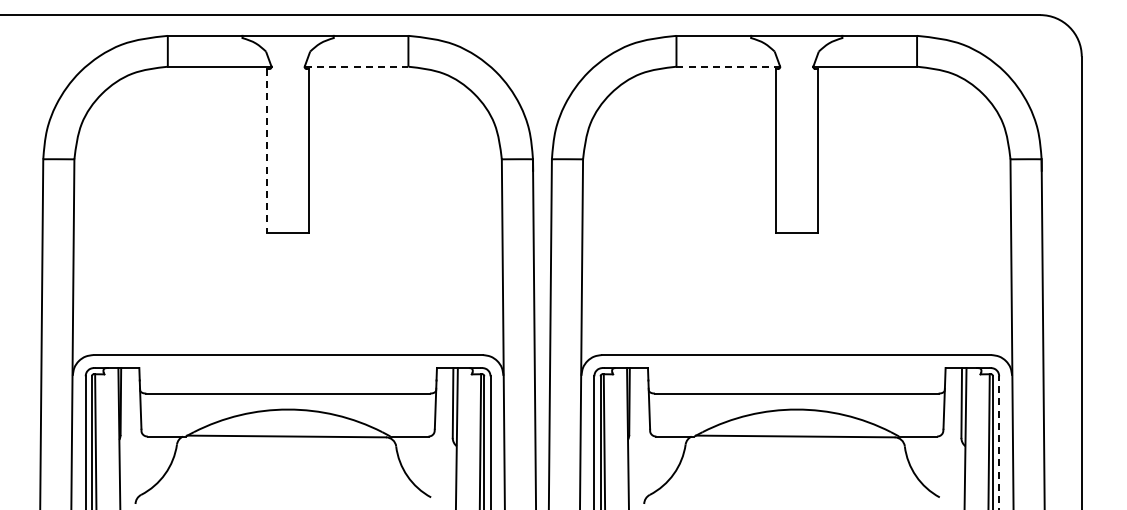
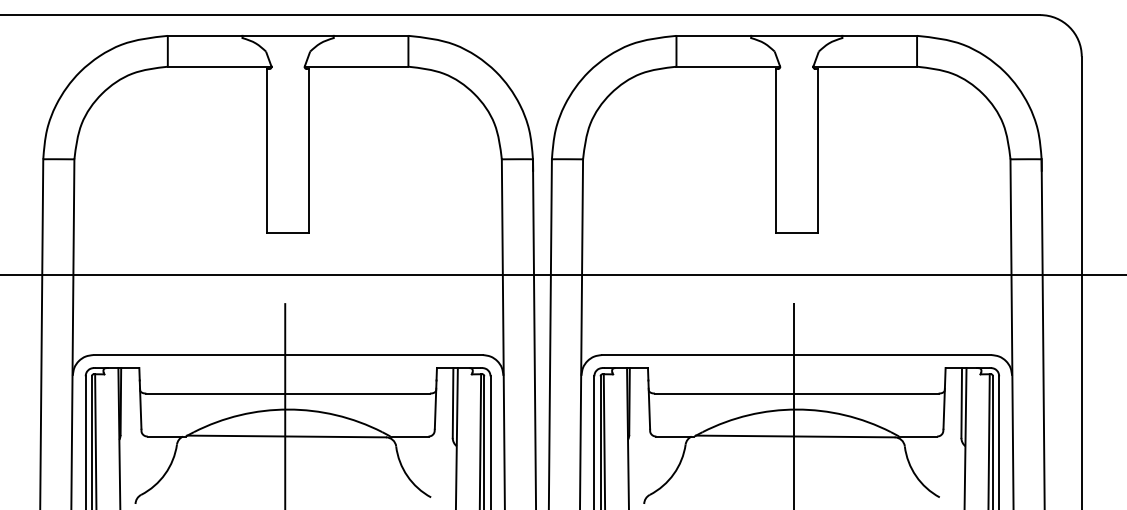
line at (356, 66): dashed -> solid
line at (728, 66): dashed -> solid
line at (267, 151): dashed -> solid
line at (562, 274): none -> present
line at (285, 404): none -> present
line at (793, 404): none -> present
line at (999, 442): dashed -> solid
